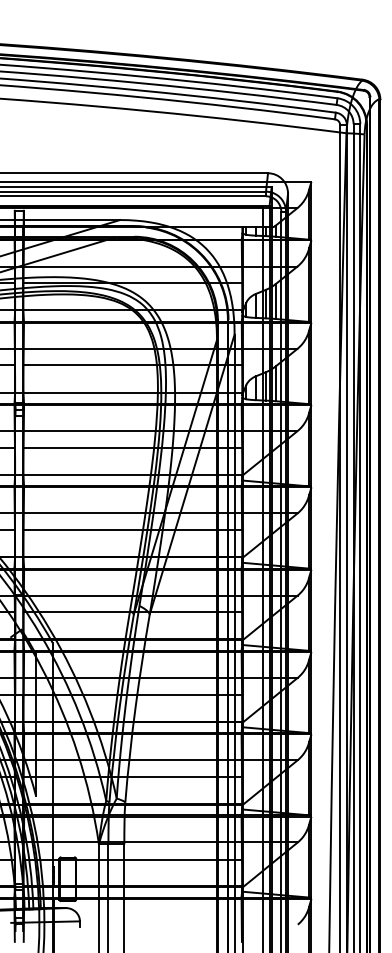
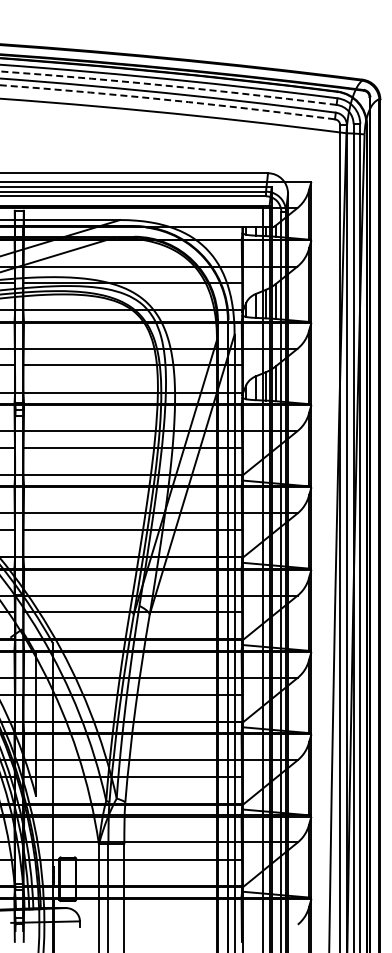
arc at (168, 85): solid -> dashed
arc at (167, 100): solid -> dashed
